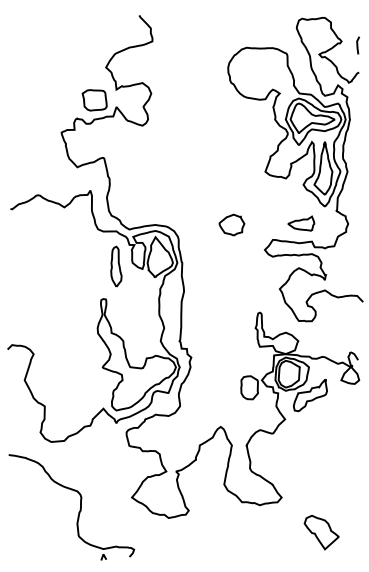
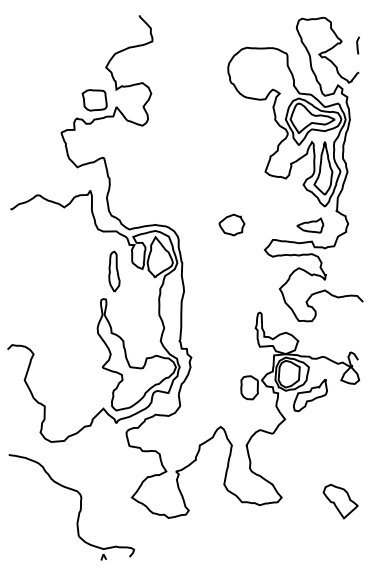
part at (301, 223) position: (301, 223) -> (310, 225)
part at (116, 266) position: (116, 266) -> (114, 271)
part at (321, 532) position: (321, 532) -> (340, 501)
